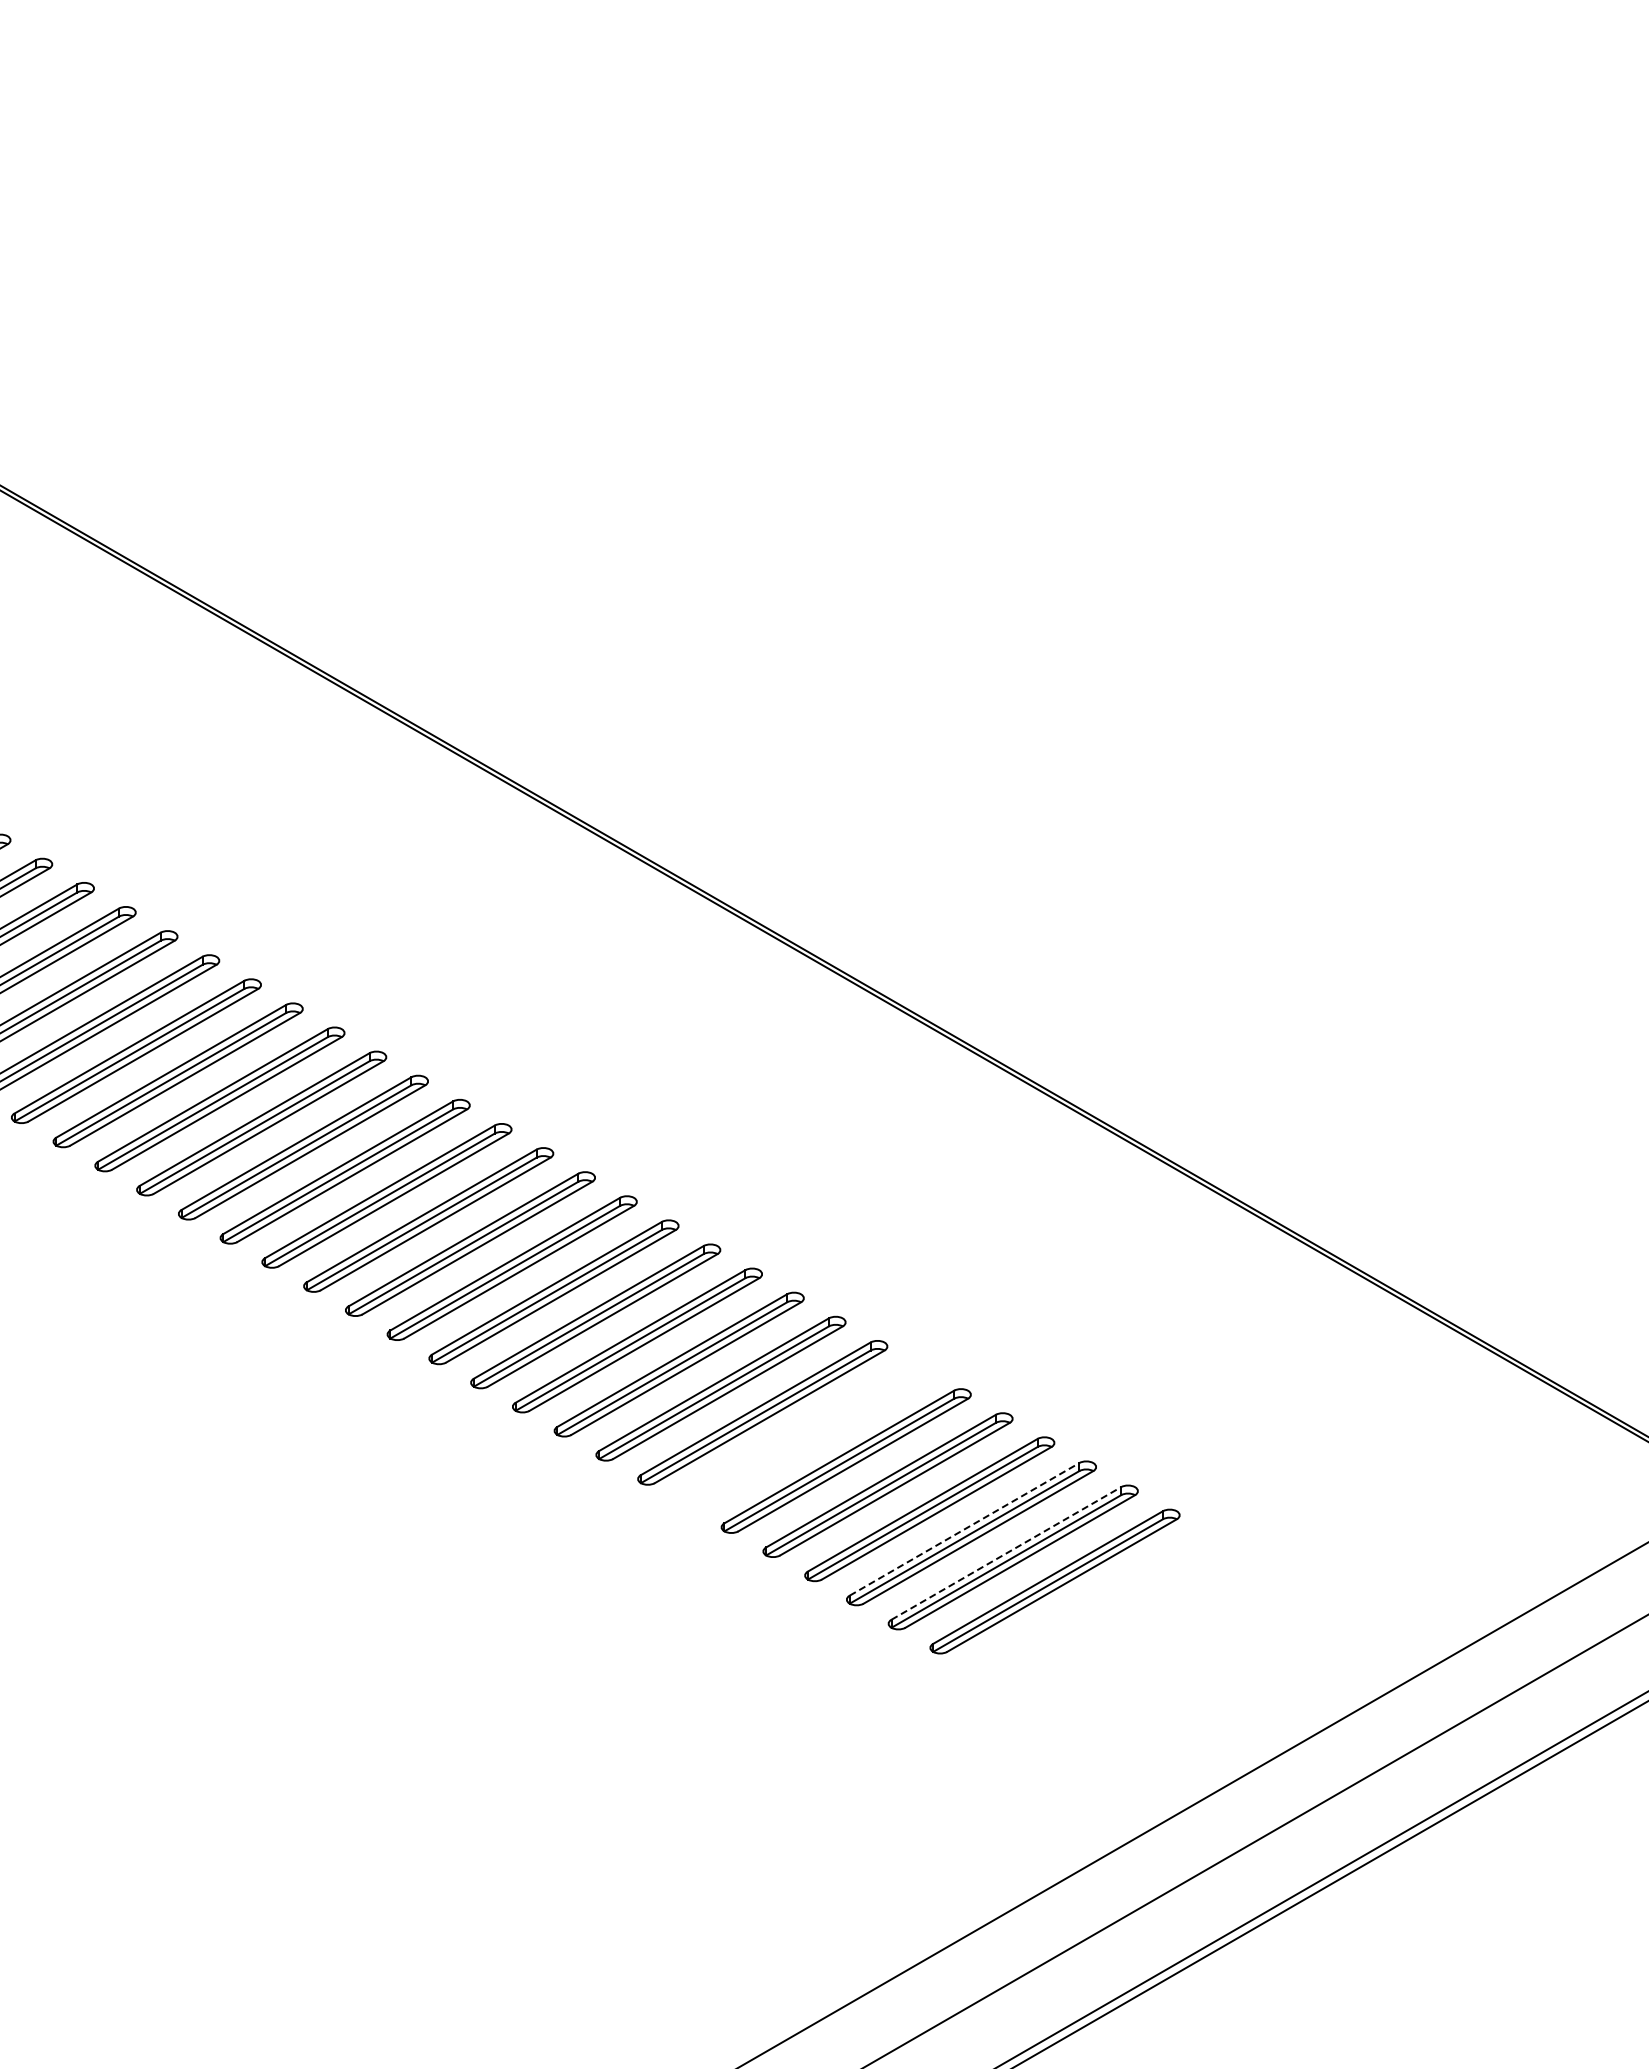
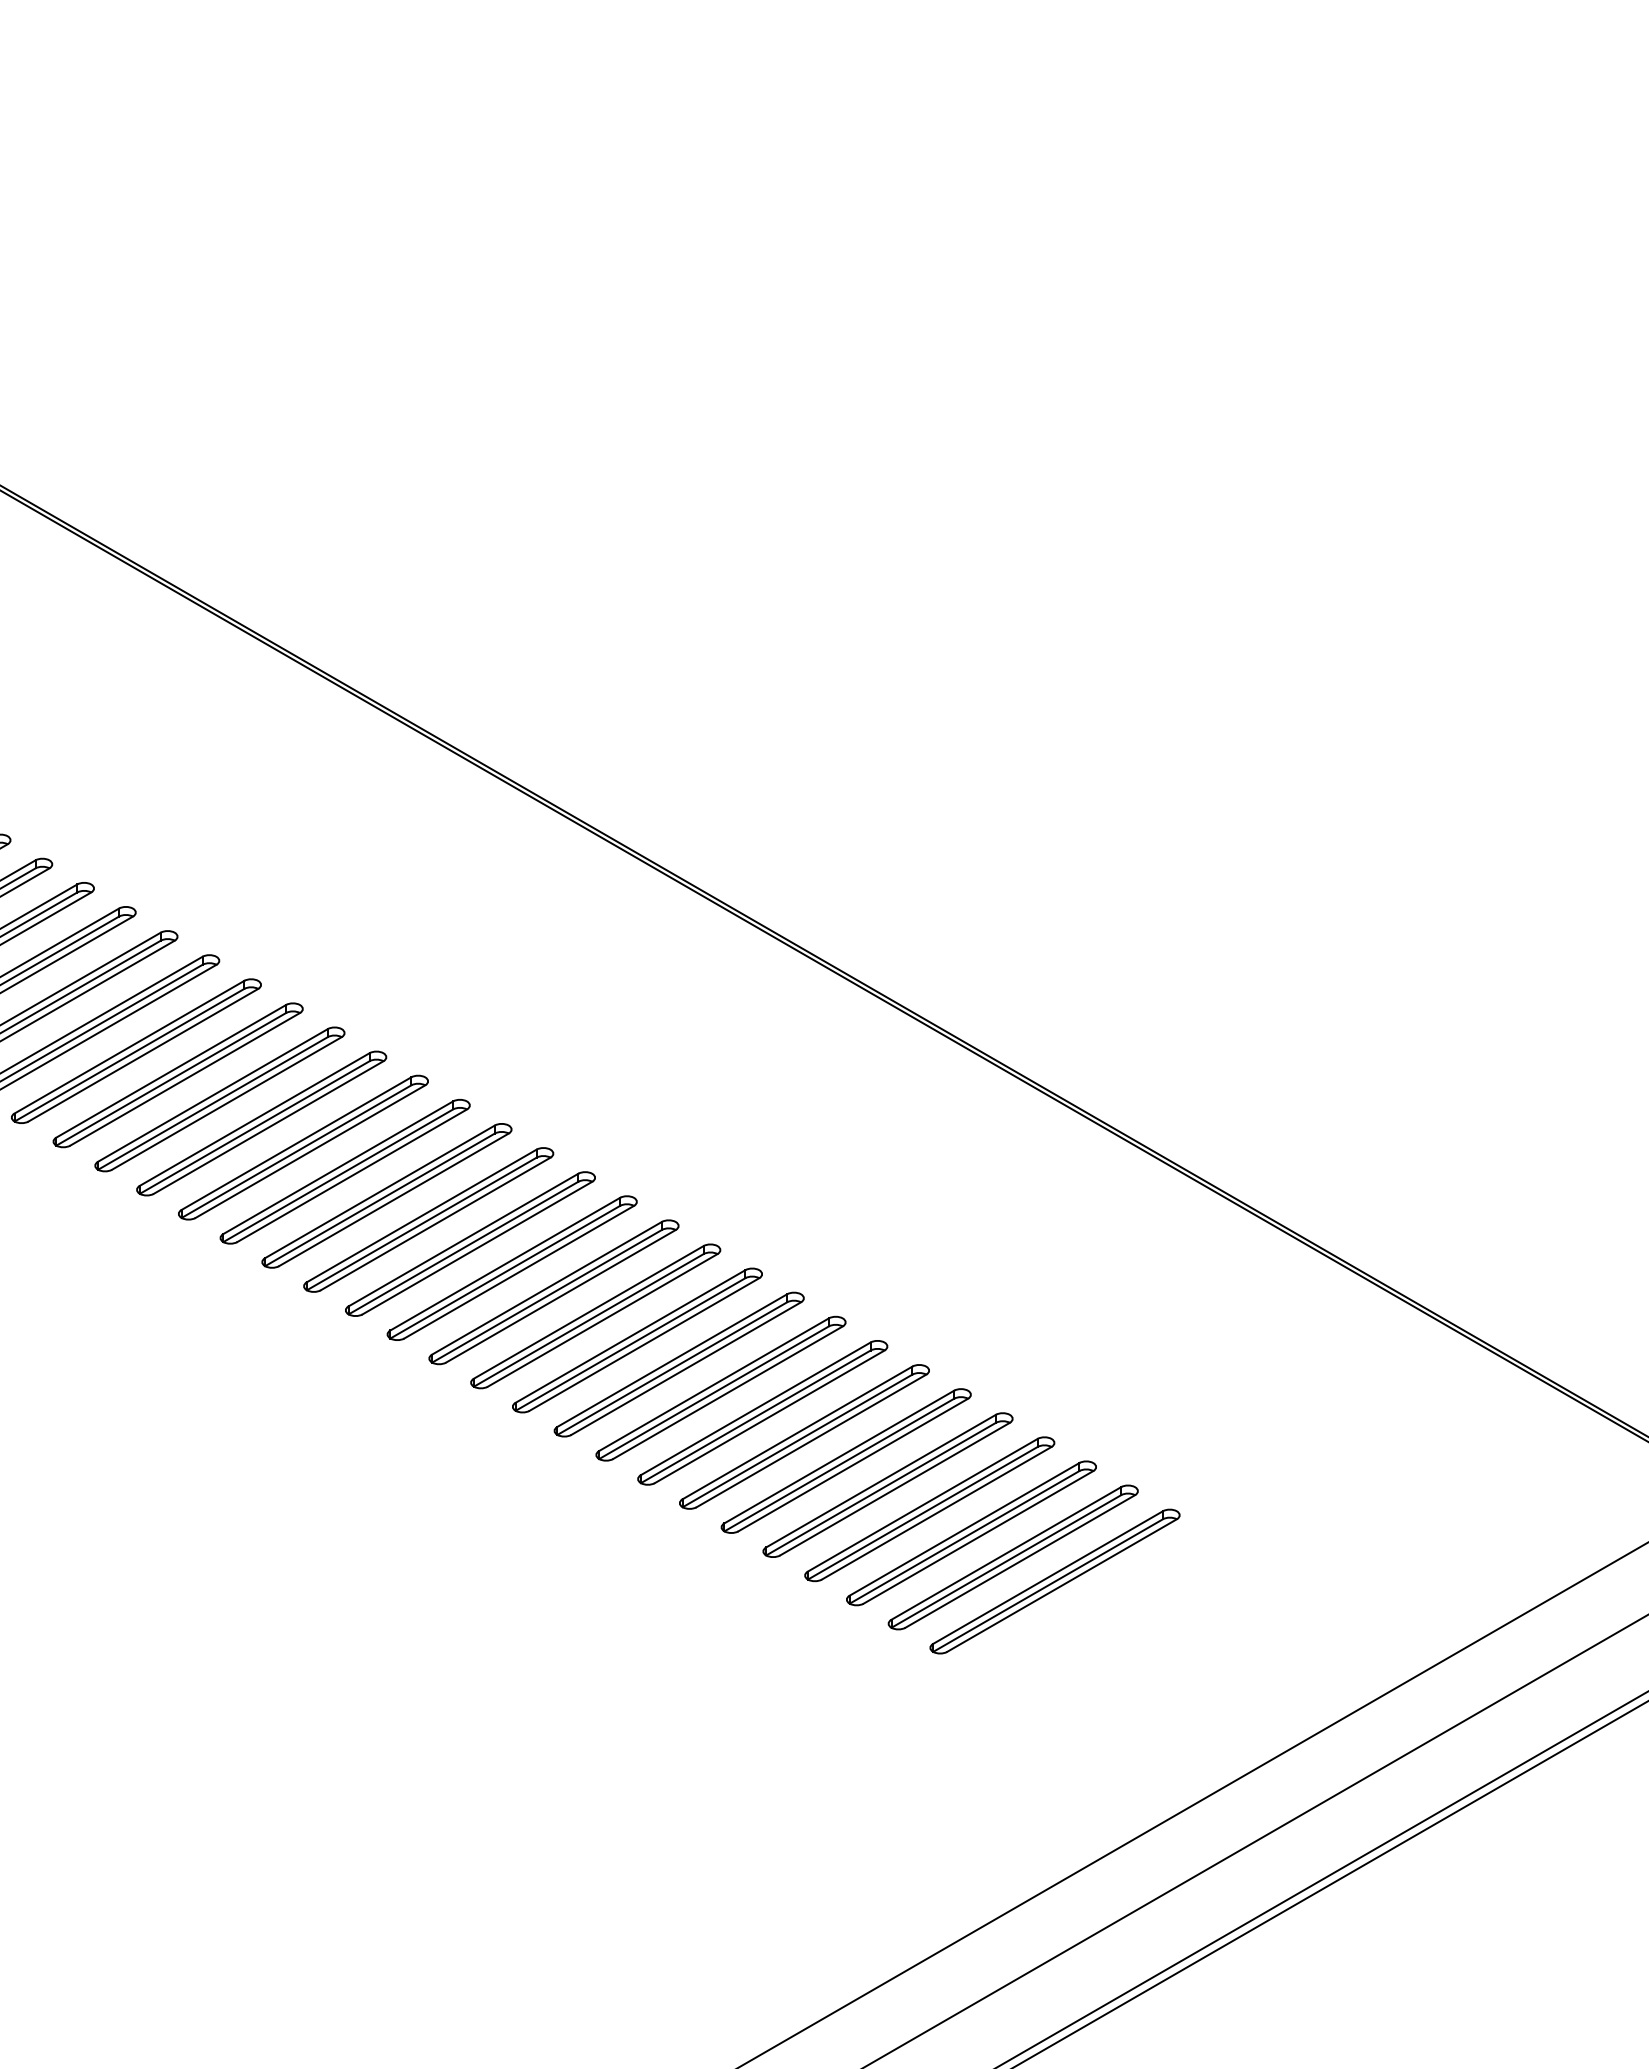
part at (804, 1436): none -> present
line at (964, 1529): dashed -> solid
line at (1006, 1553): dashed -> solid
